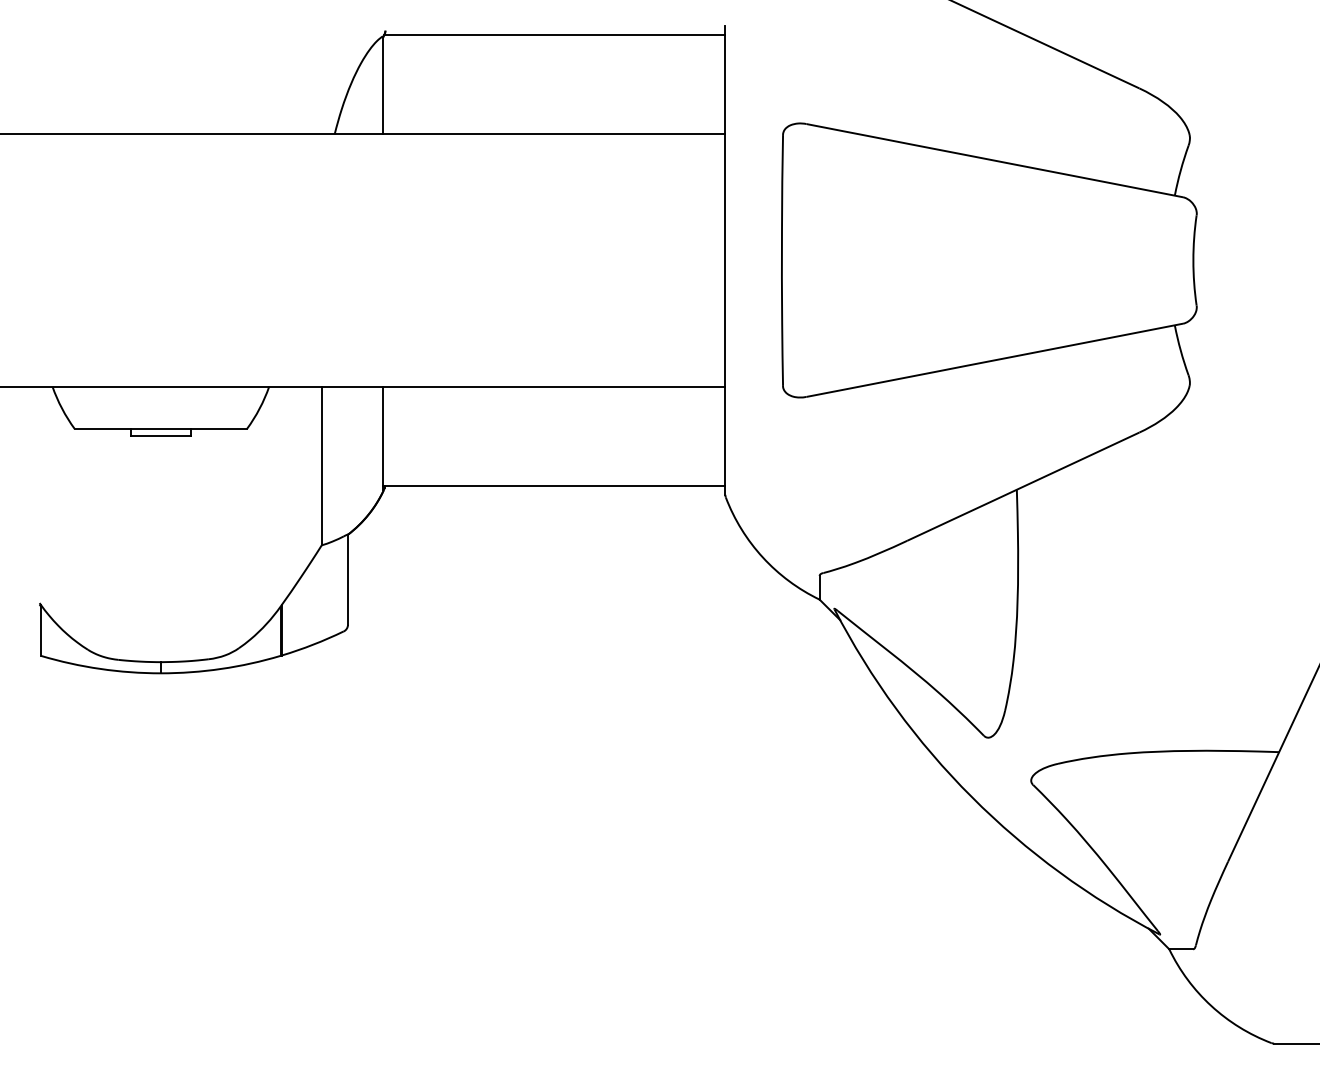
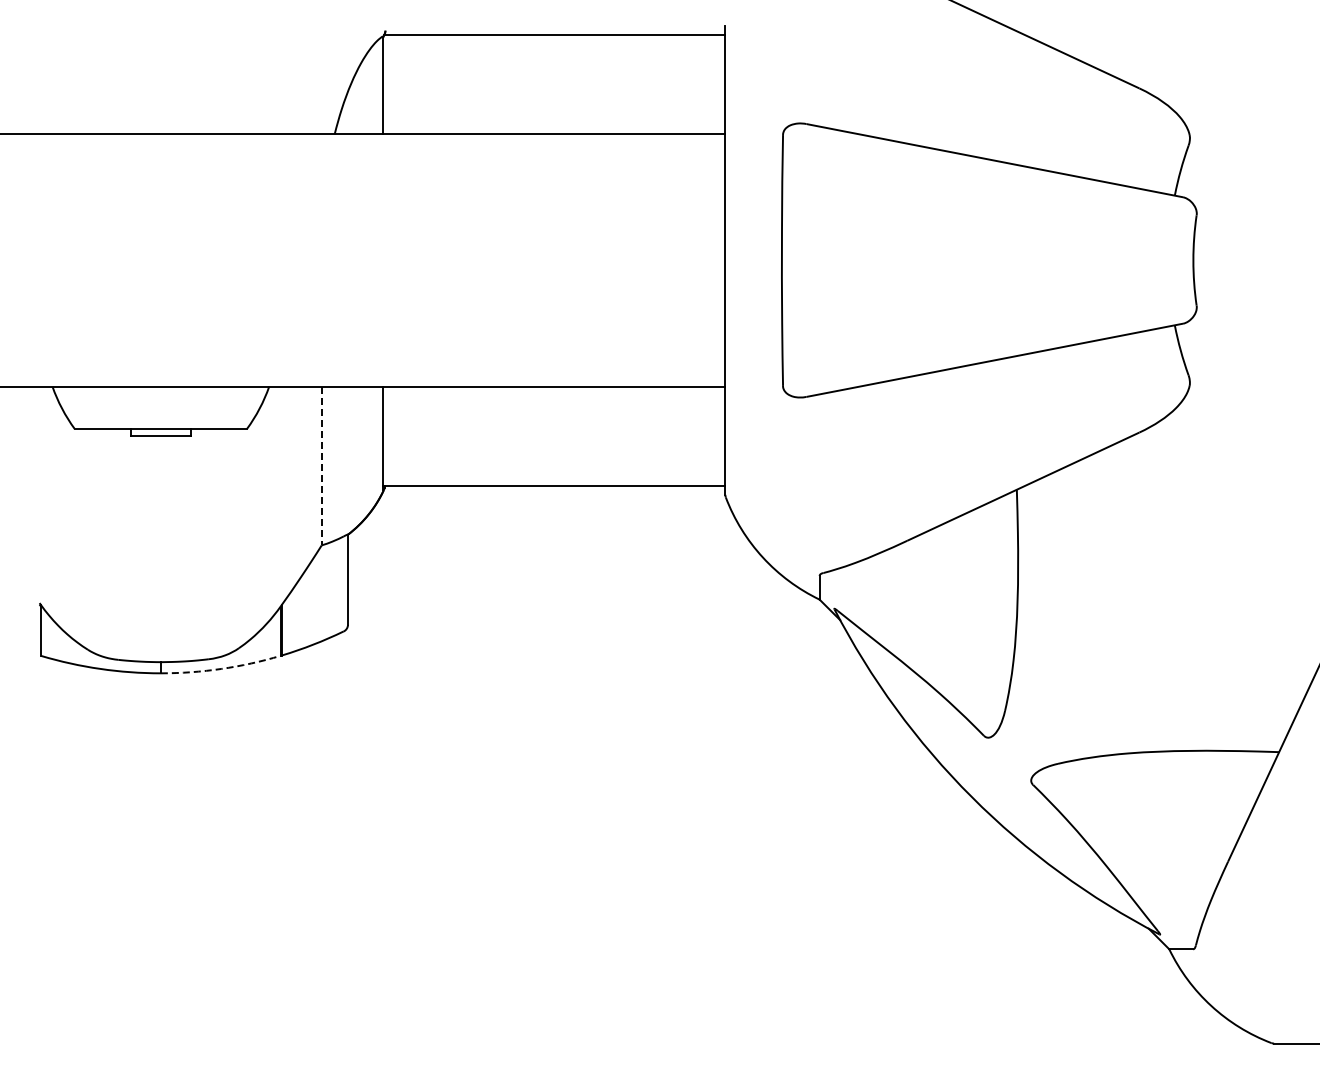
line at (321, 466): solid -> dashed
arc at (221, 668): solid -> dashed
